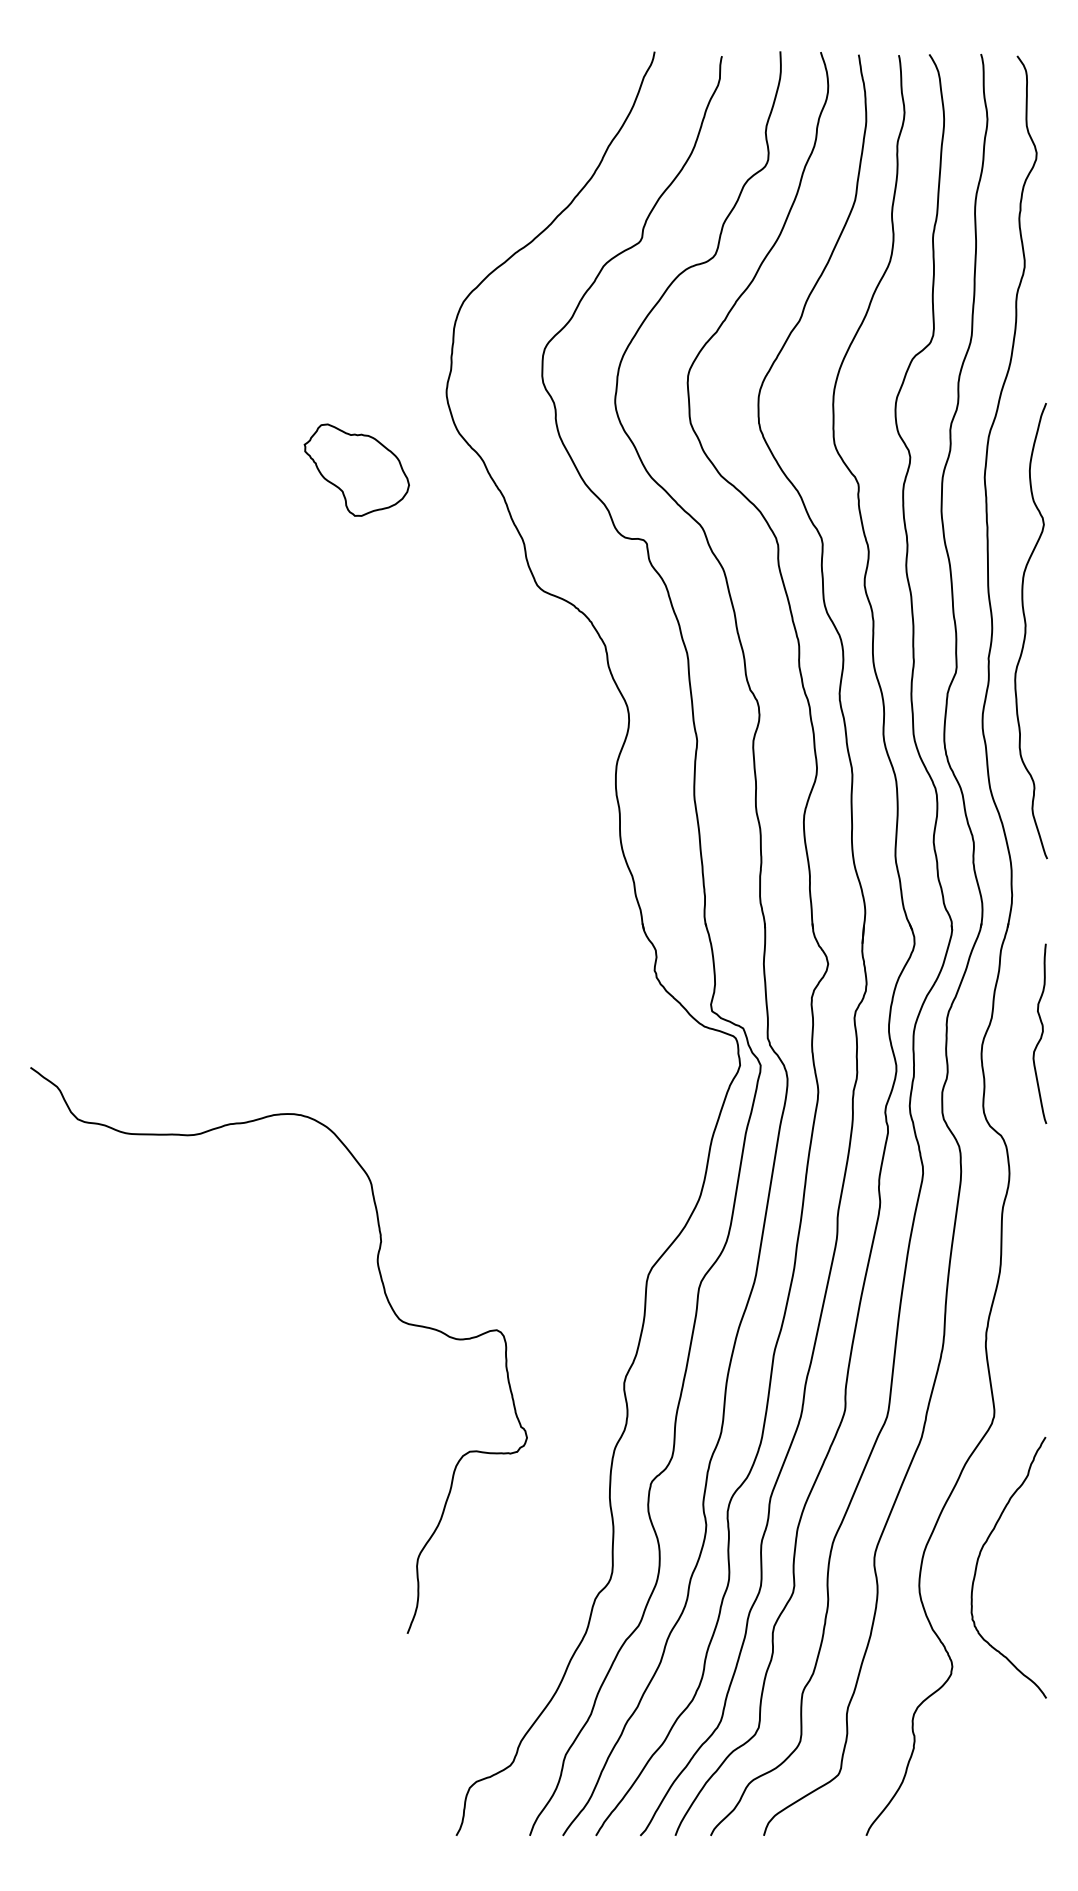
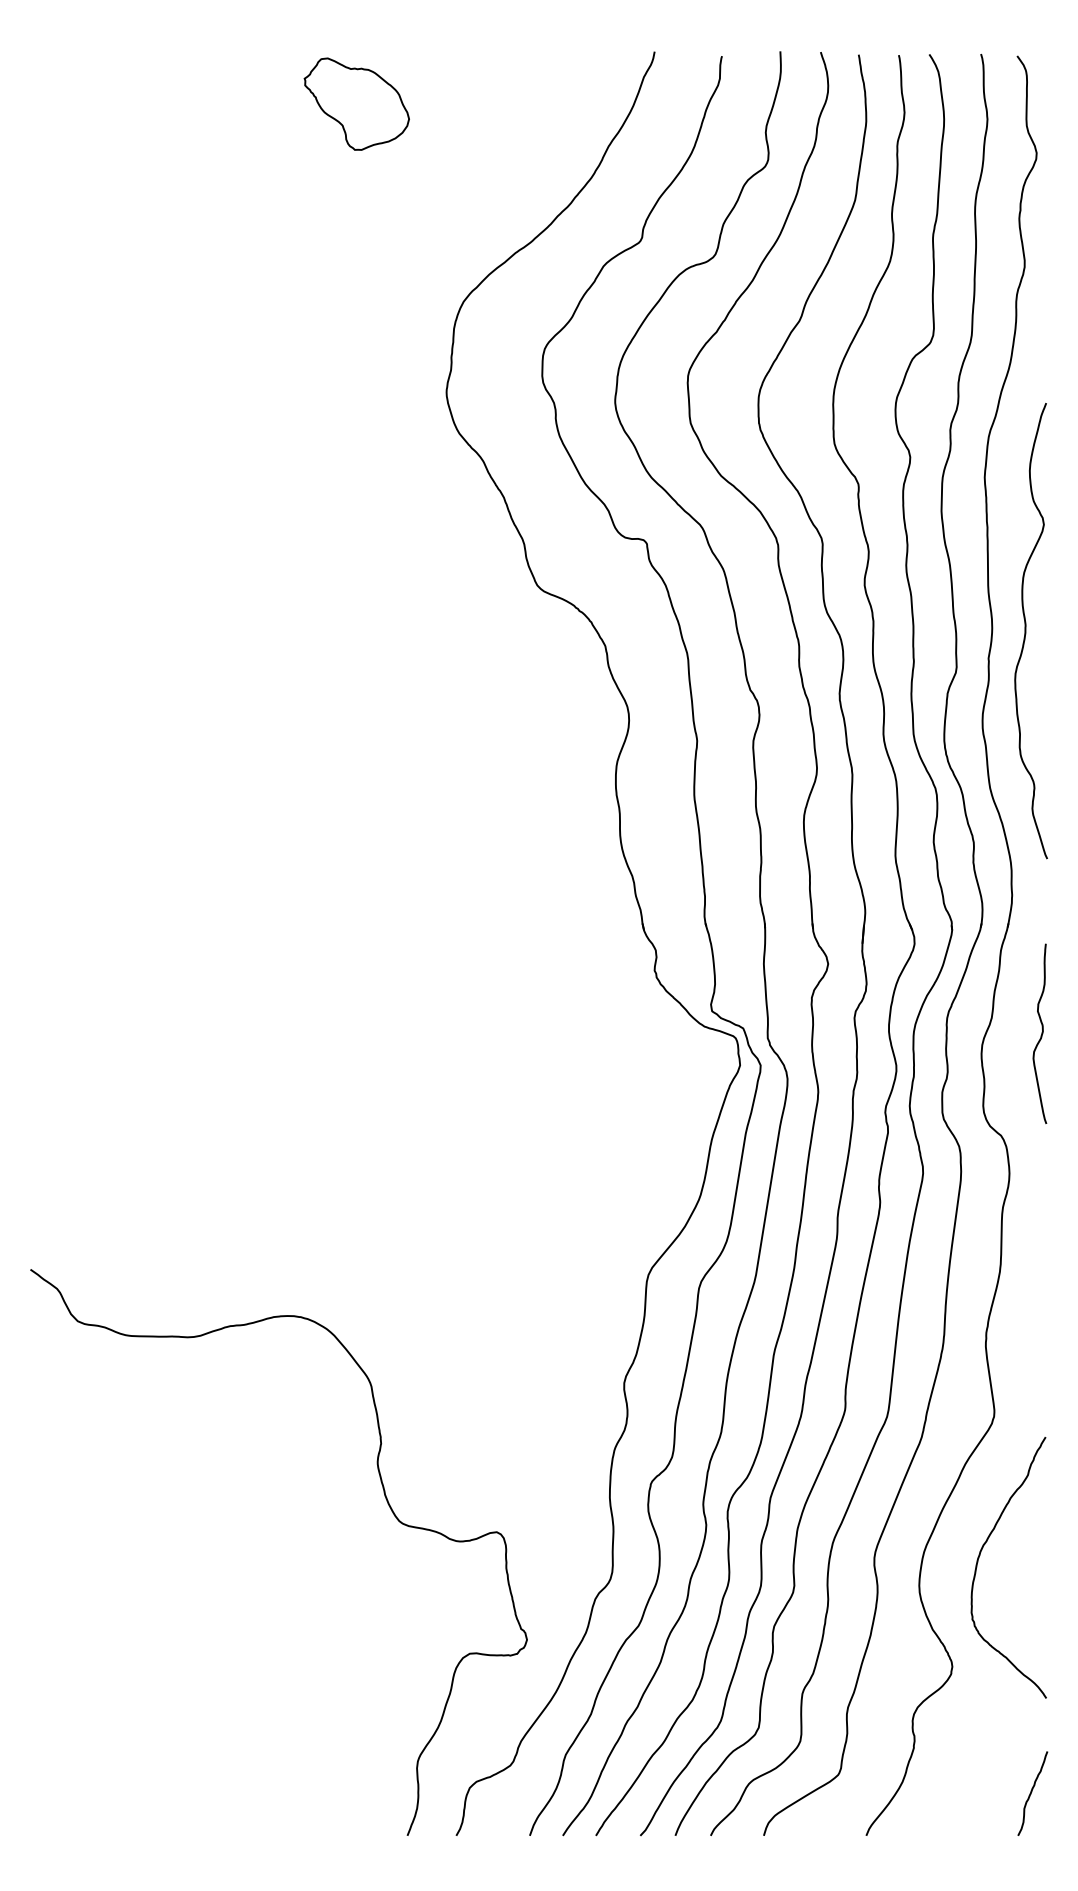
part at (356, 469) position: (356, 469) -> (356, 103)
curve at (386, 1299) position: (386, 1299) -> (386, 1501)
curve at (1032, 1792): none -> present
